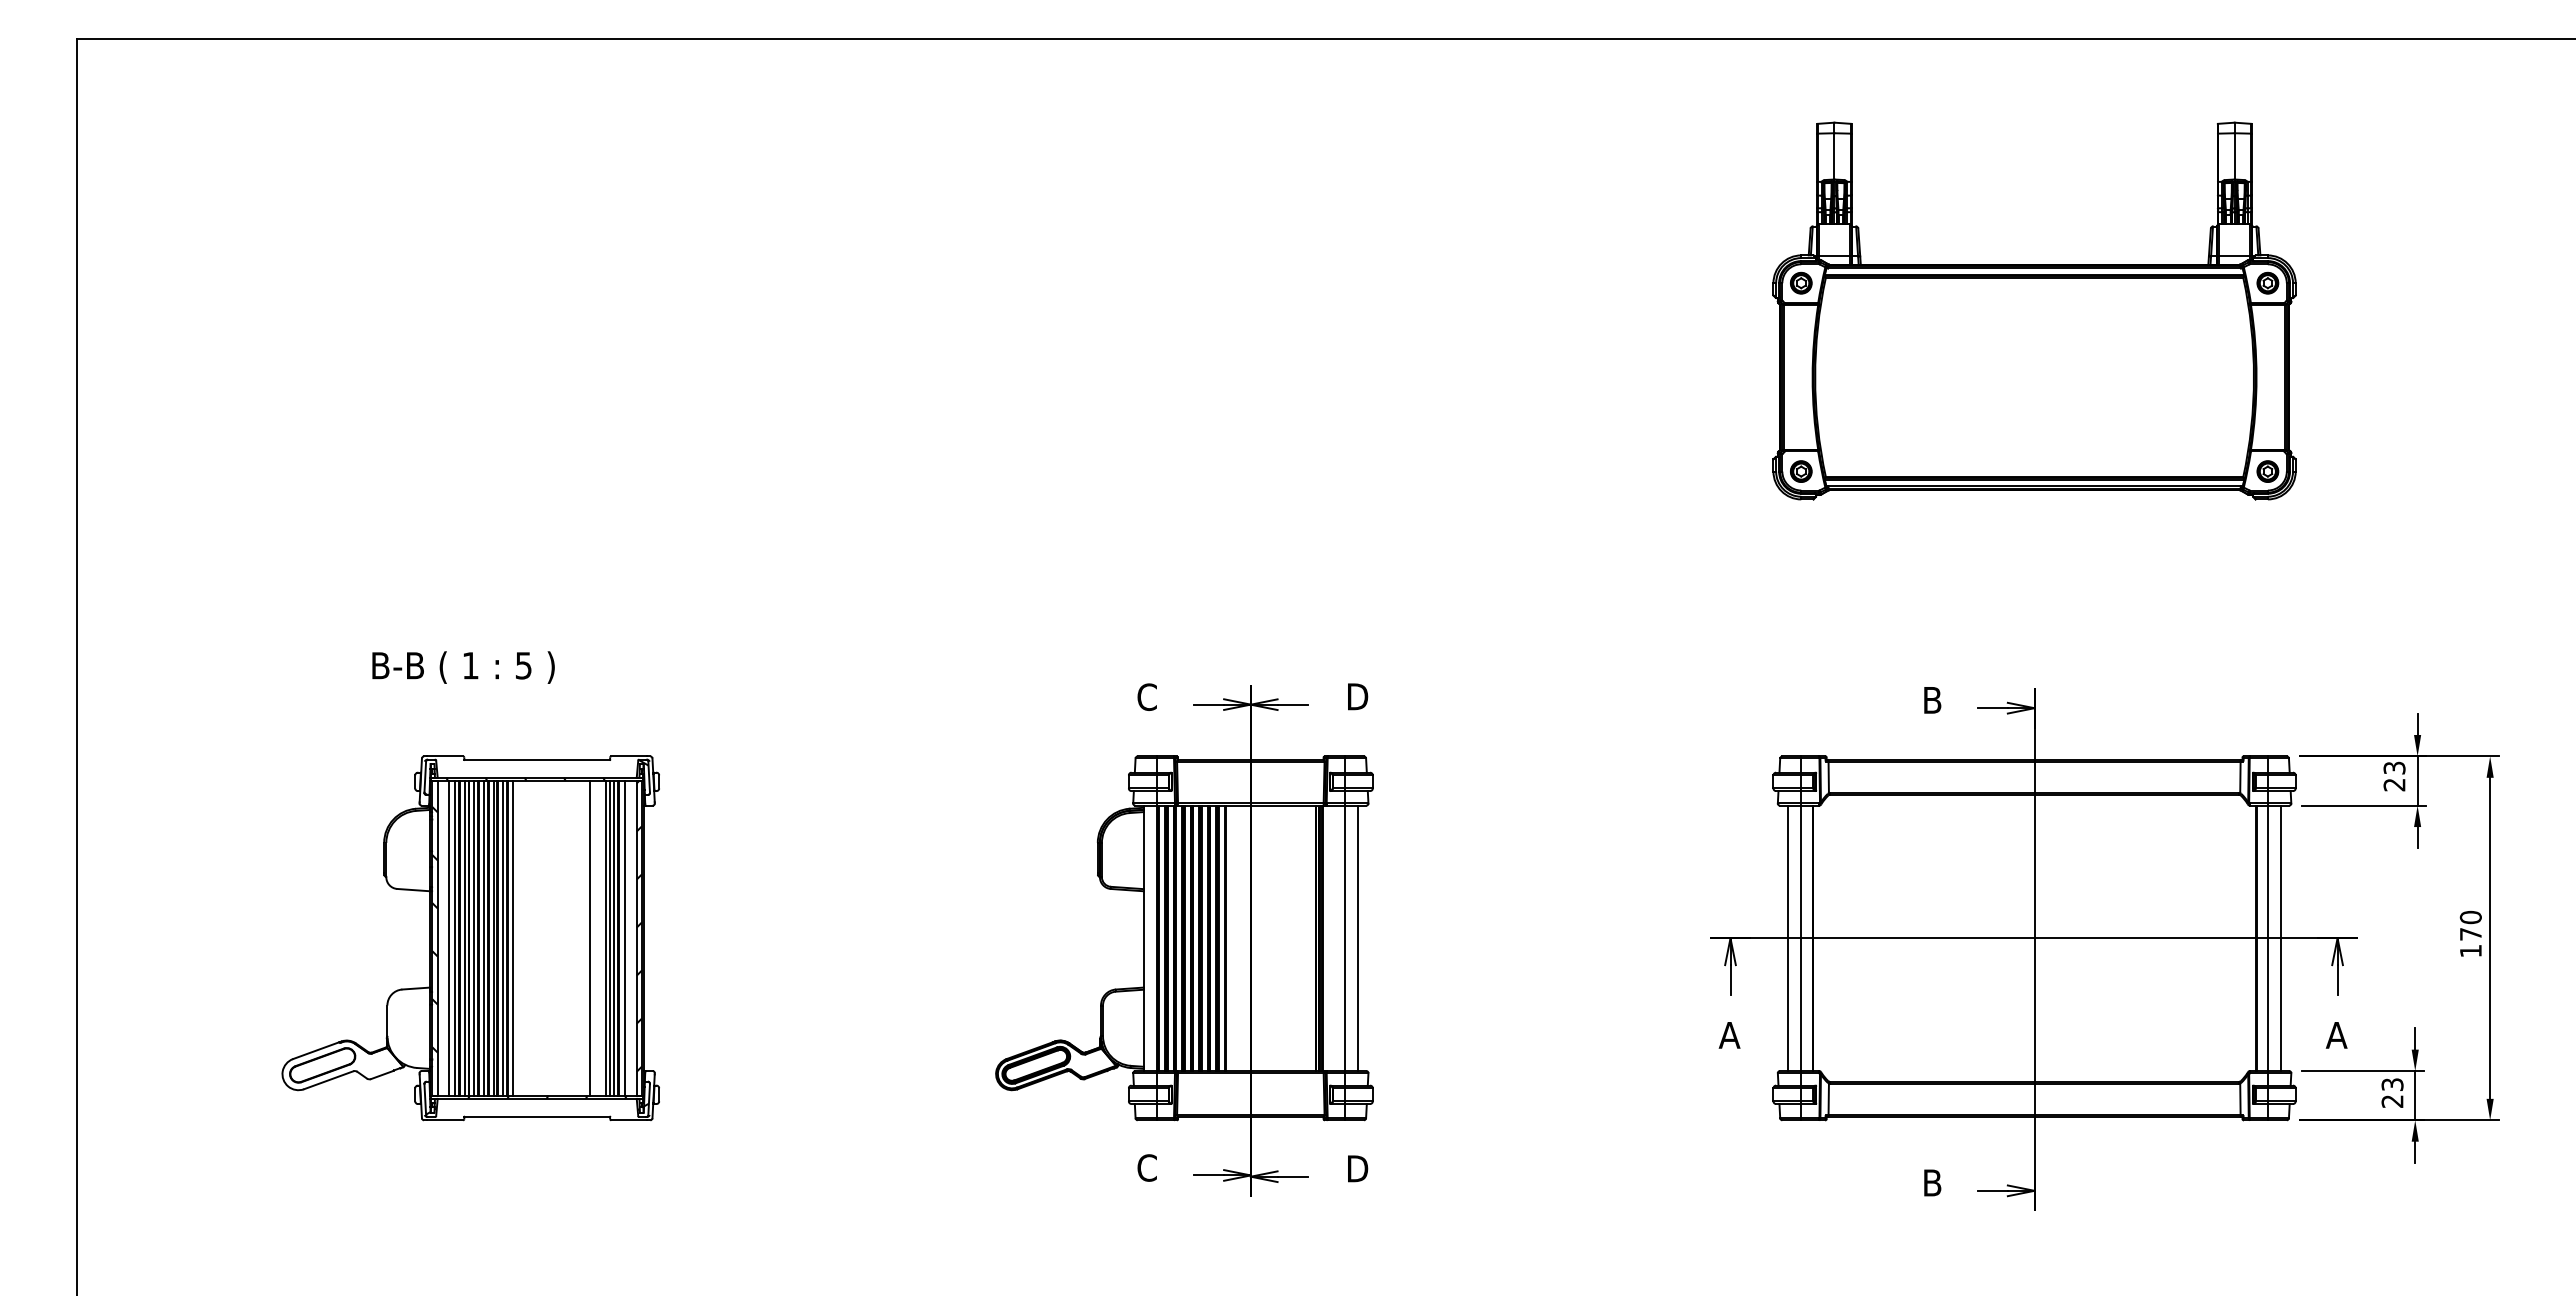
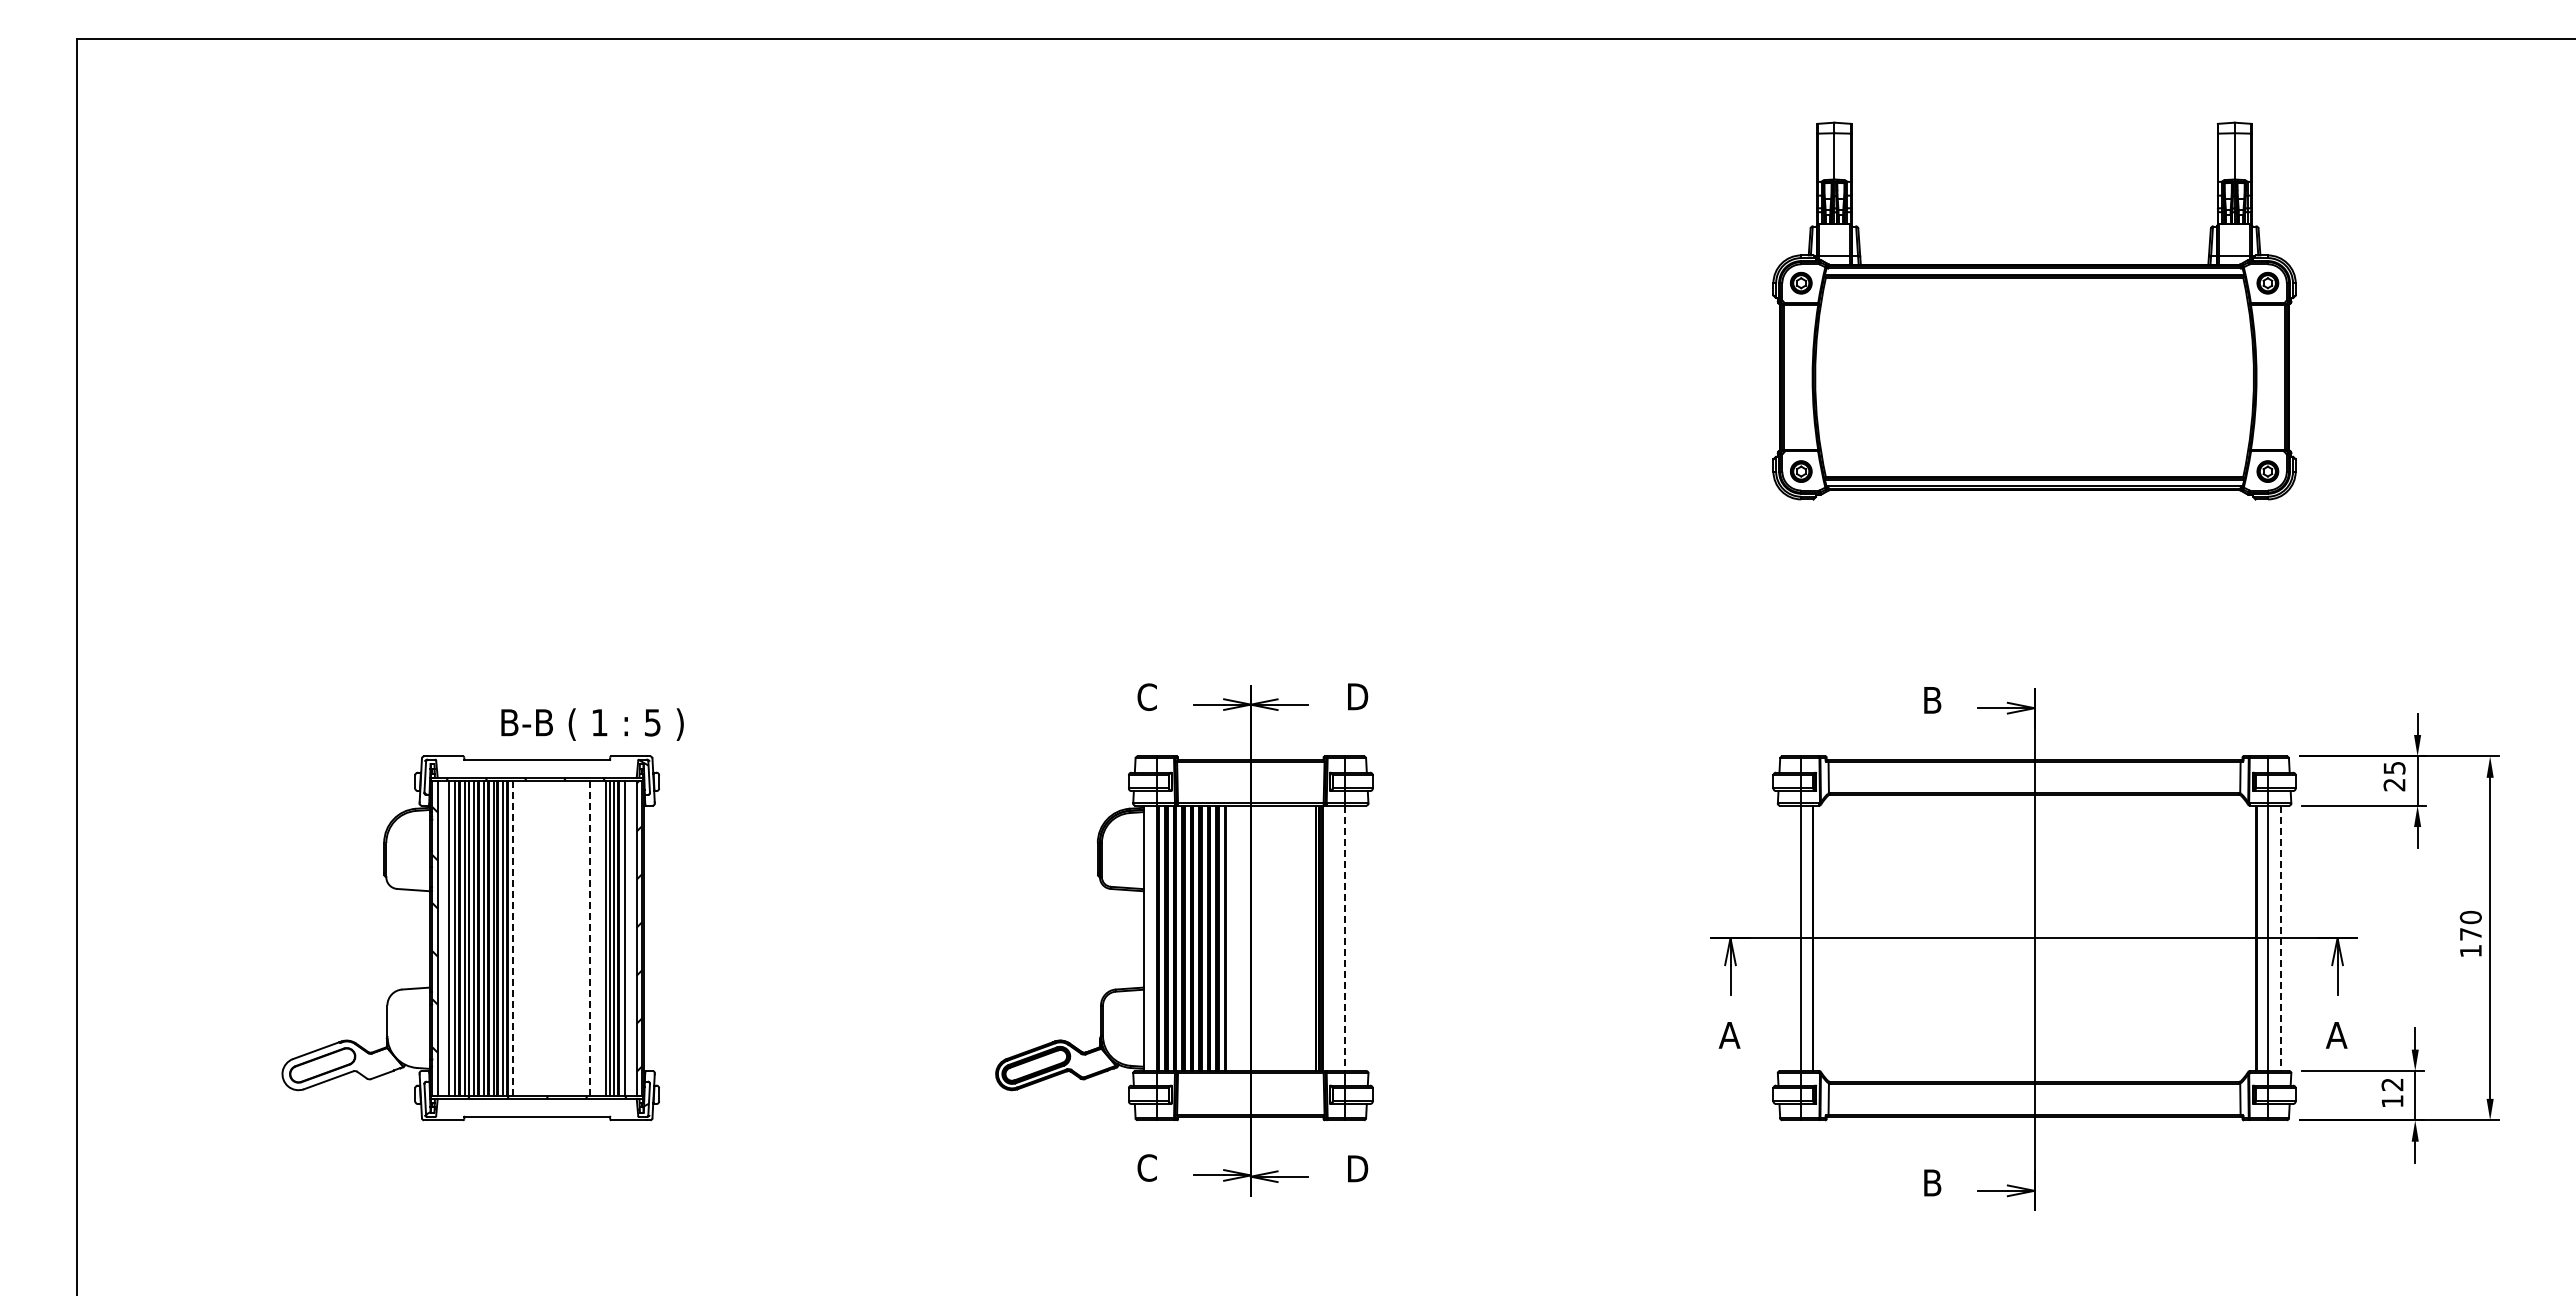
text at (463, 667) position: (463, 667) -> (592, 724)
text at (2393, 767): 23 -> 25
line at (512, 938): solid -> dashed
line at (590, 938): solid -> dashed
line at (1345, 938): solid -> dashed
line at (1357, 938): present -> none
line at (1788, 938): present -> none
line at (2280, 938): solid -> dashed
text at (2392, 1092): 23 -> 12
